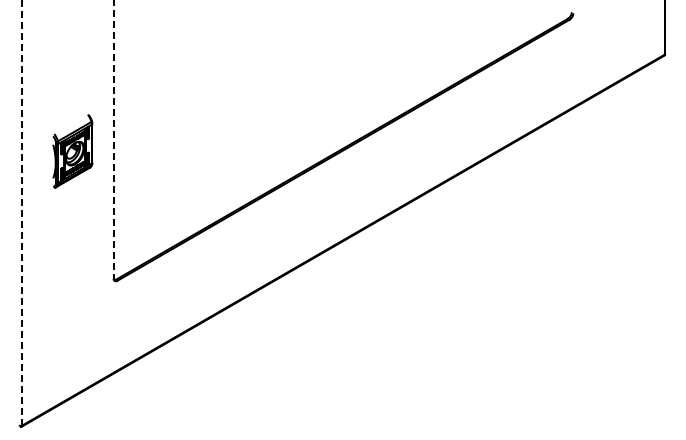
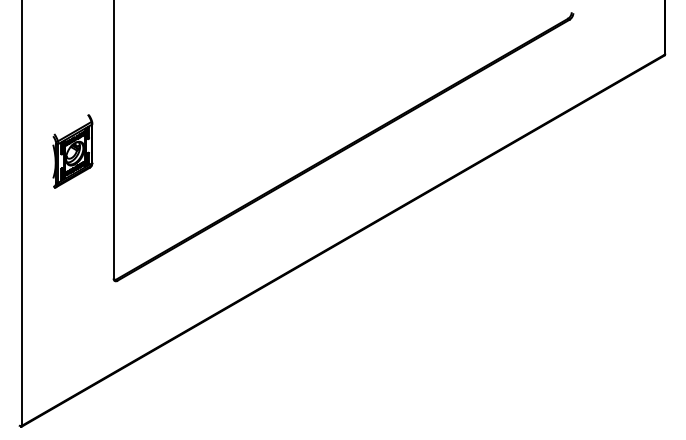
line at (113, 139): dashed -> solid
line at (22, 212): dashed -> solid
